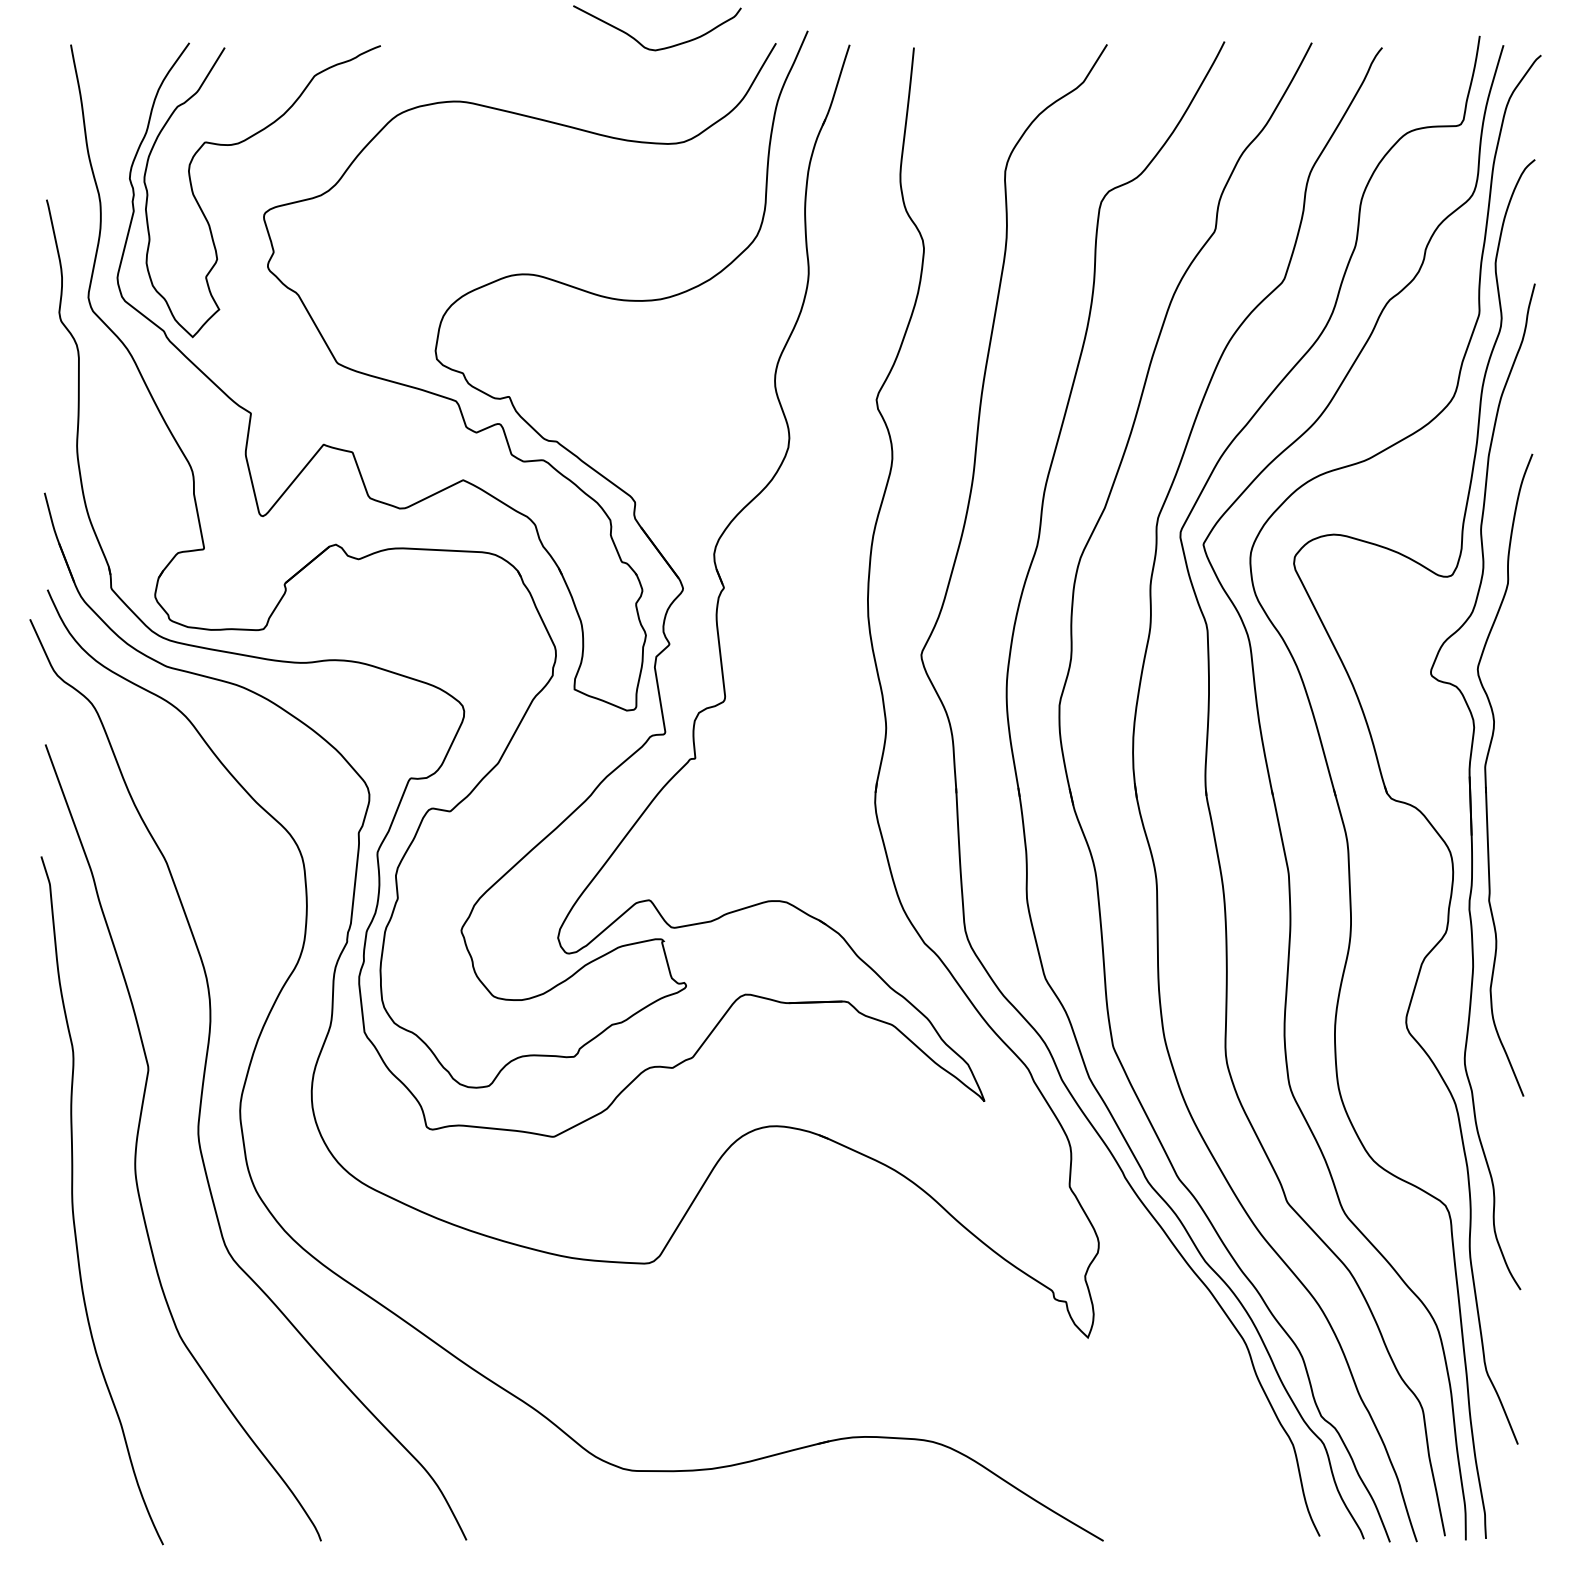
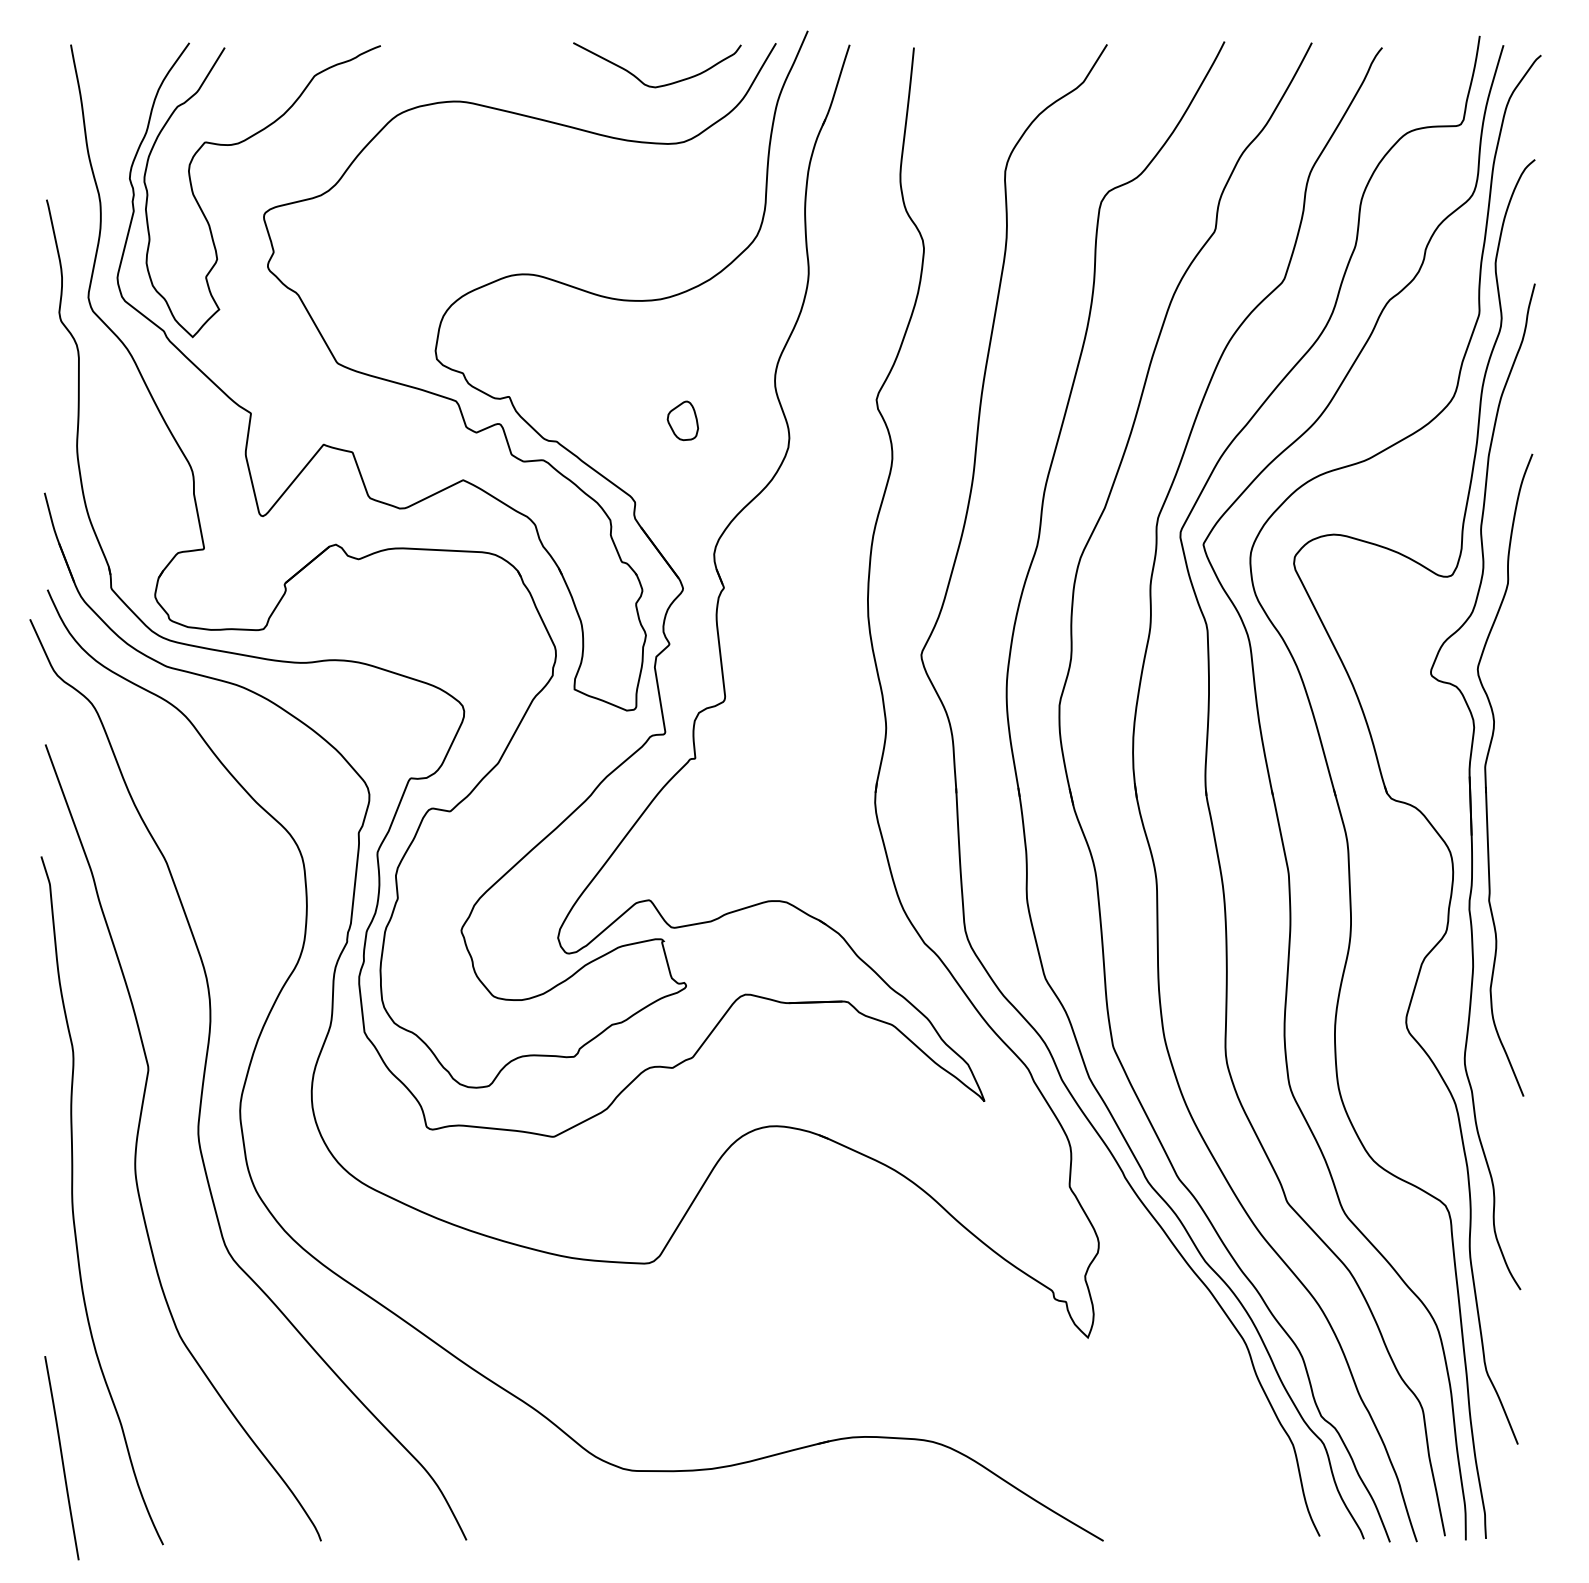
curve at (663, 47) position: (663, 47) -> (663, 84)
part at (682, 420): none -> present
line at (61, 1458): none -> present
